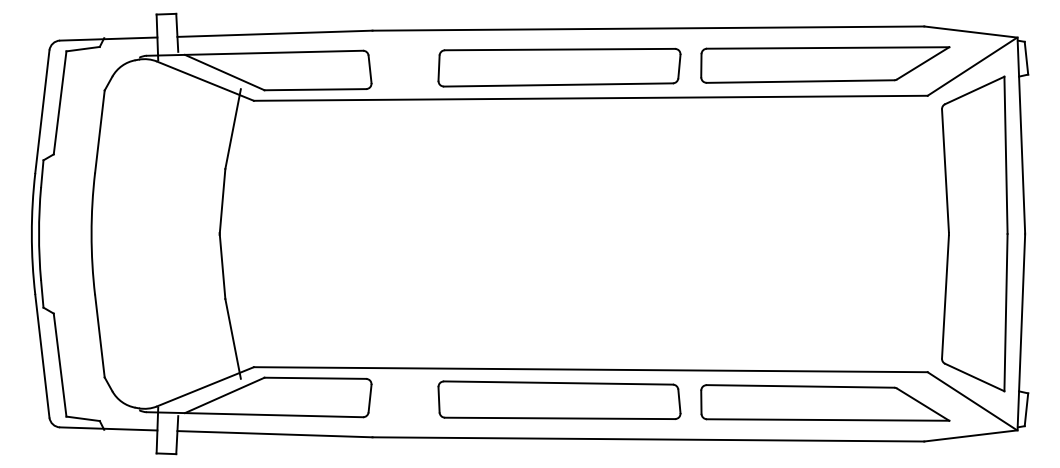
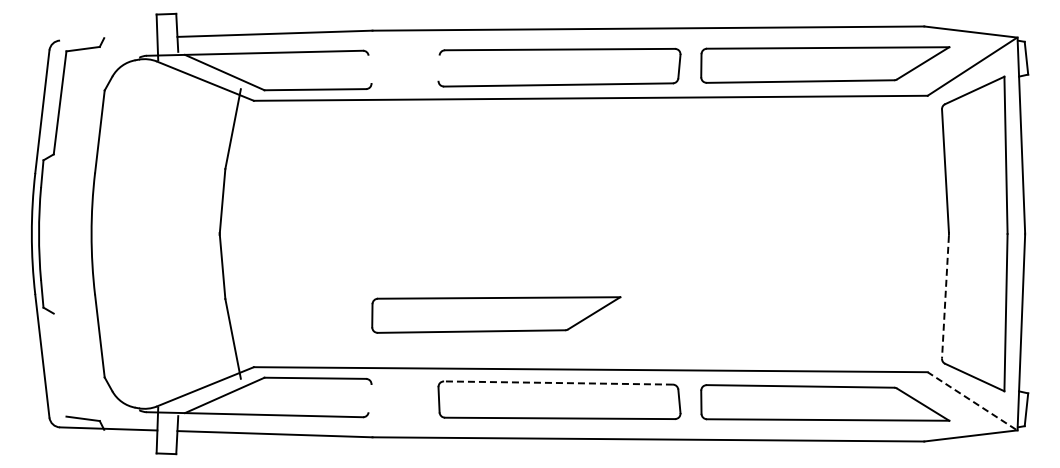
line at (108, 38): present -> none
line at (438, 67): present -> none
line at (369, 69): present -> none
line at (945, 297): solid -> dashed
part at (496, 314): none -> present
line at (59, 364): present -> none
line at (558, 383): solid -> dashed
line at (369, 398): present -> none
line at (971, 400): solid -> dashed
